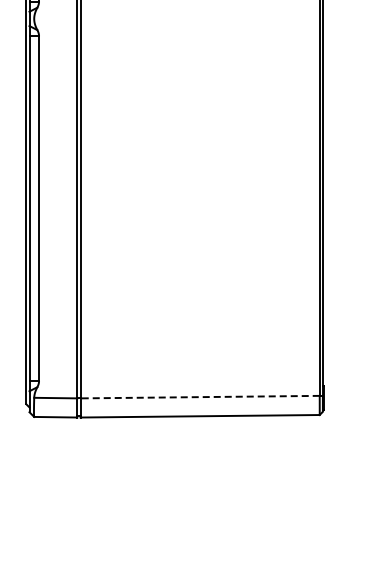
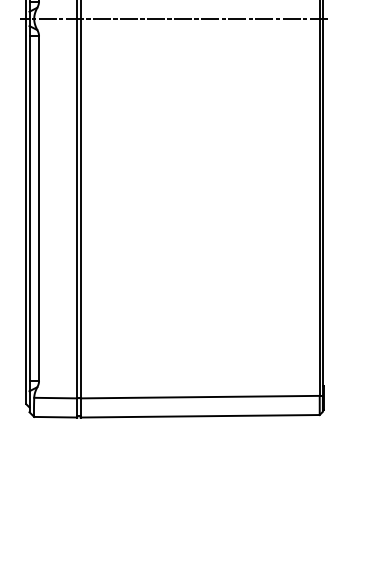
line at (173, 18): none -> present
line at (200, 397): dashed -> solid
